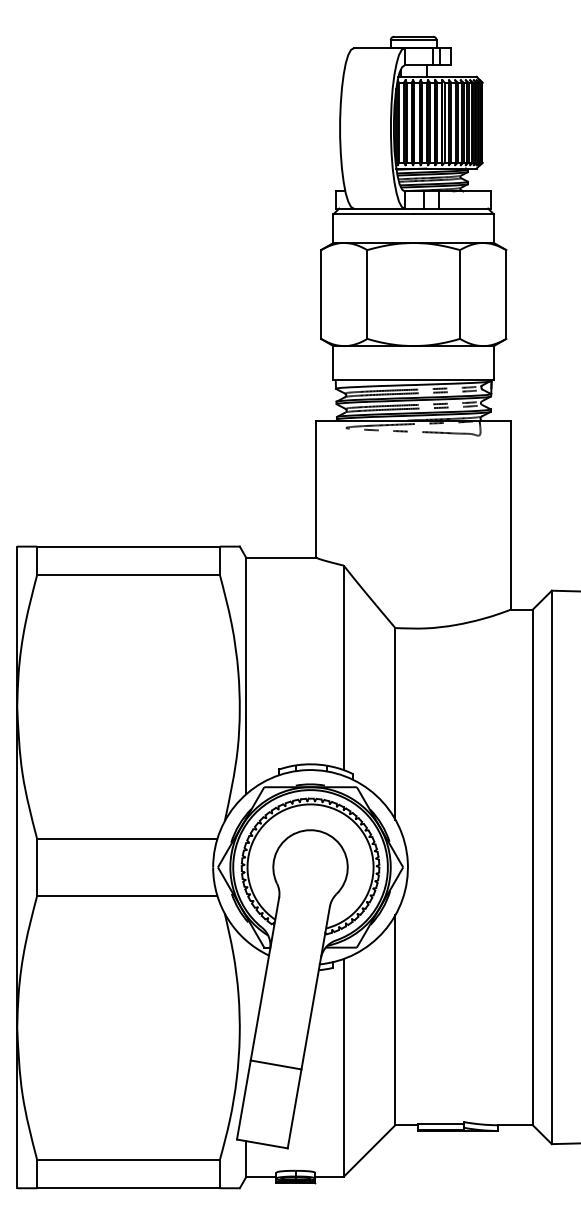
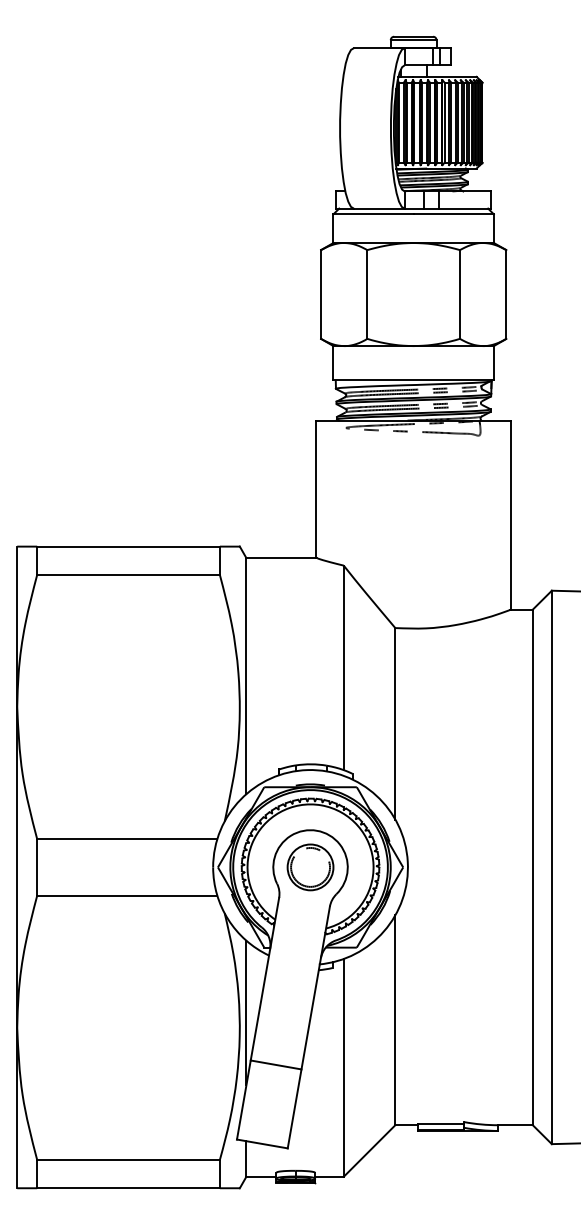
part at (310, 867): none -> present
line at (246, 1012): none -> present
